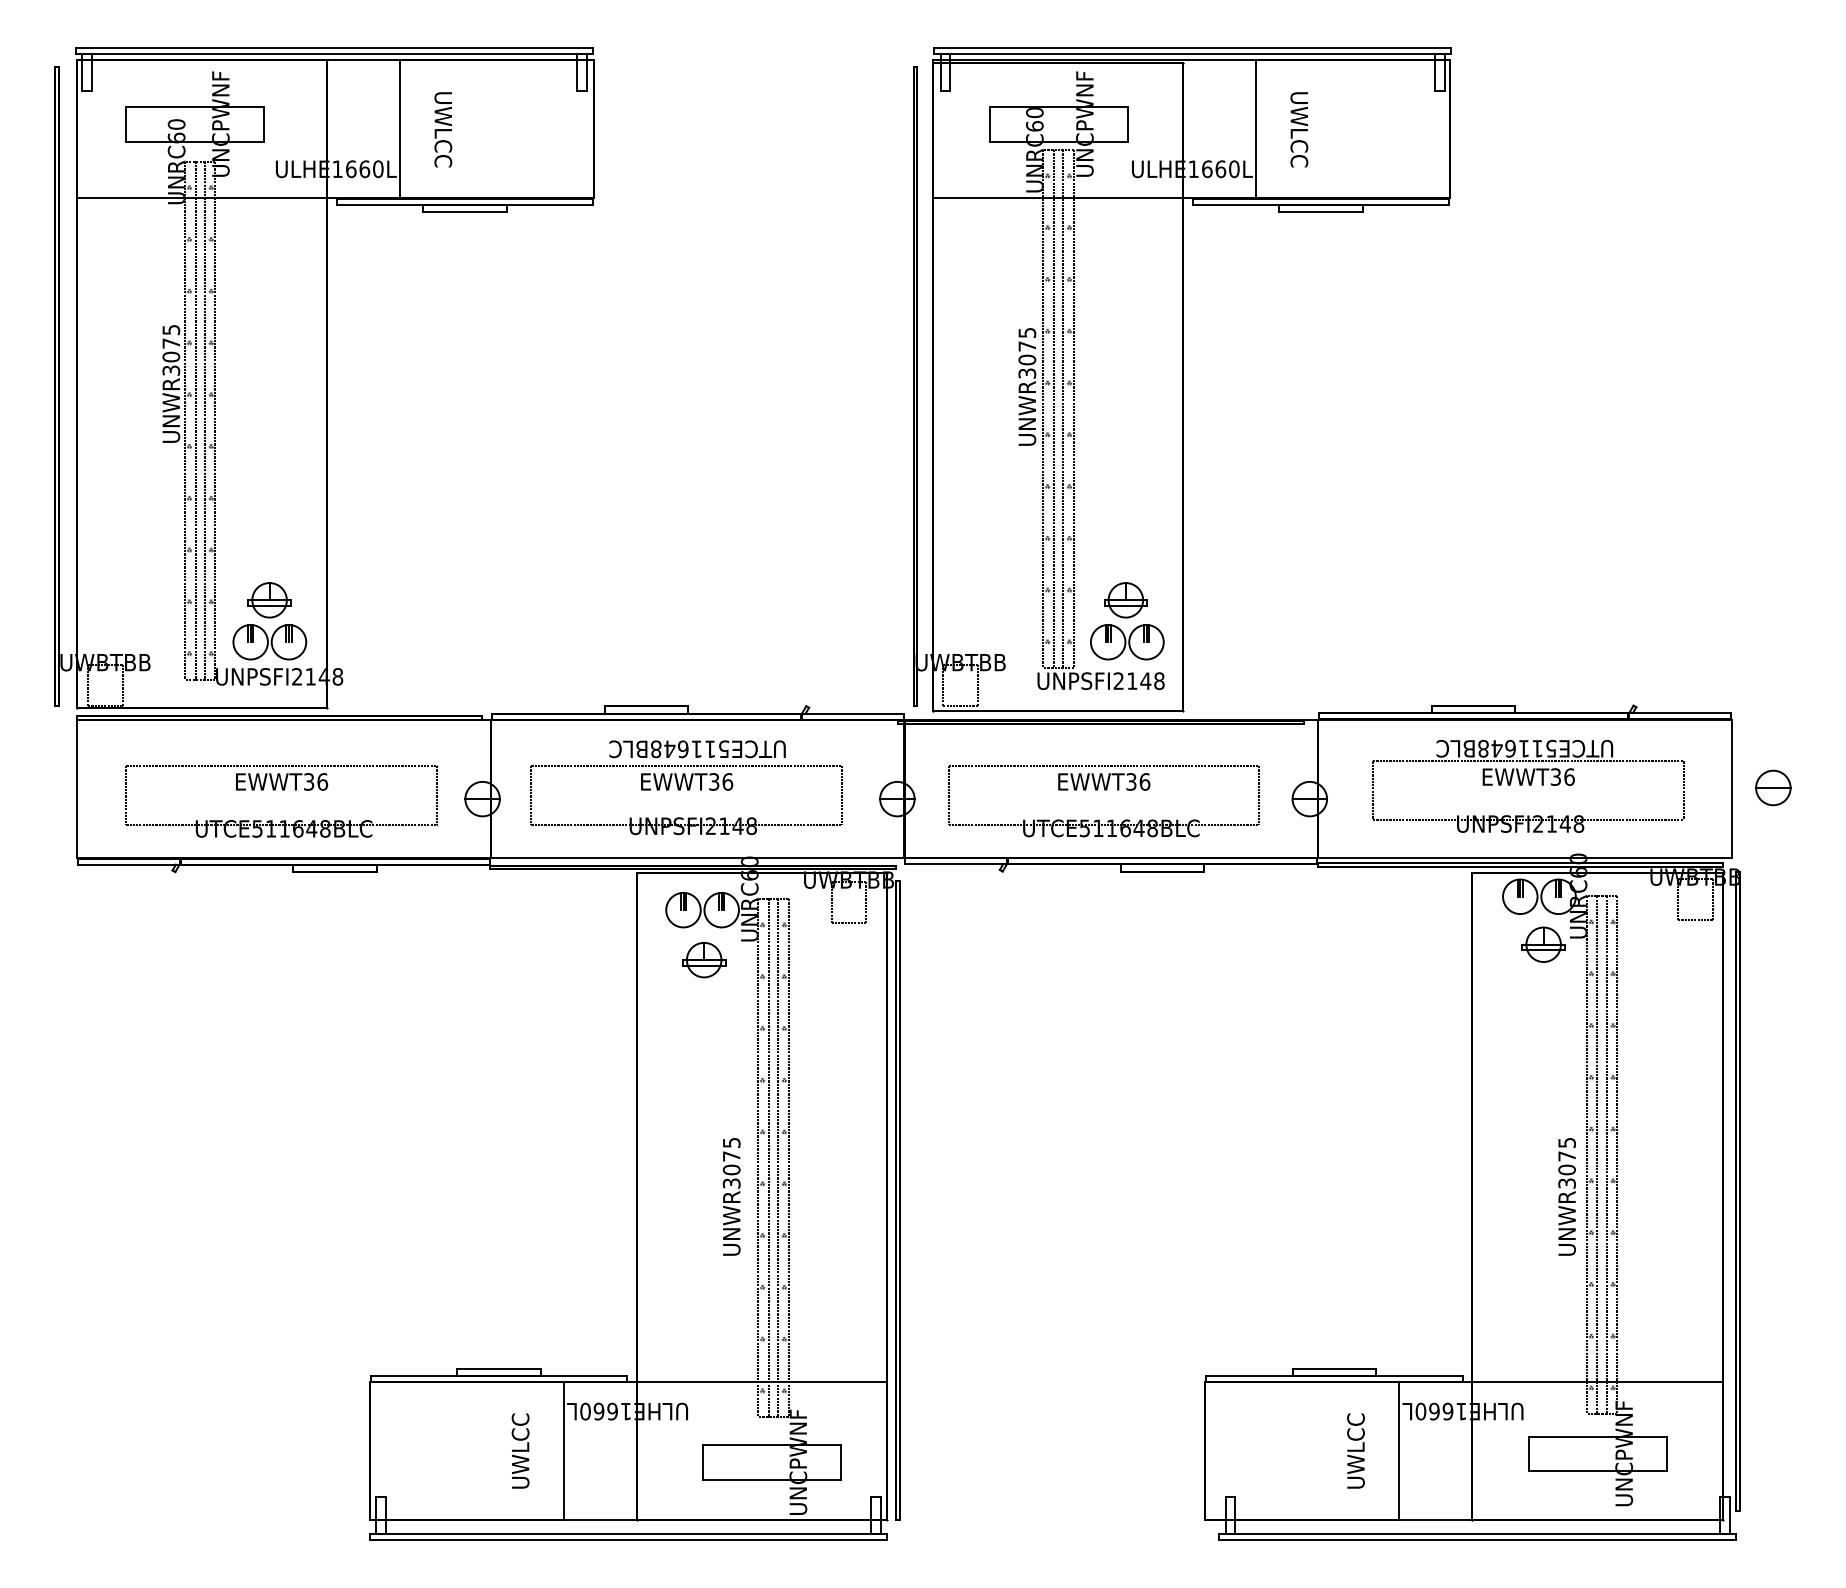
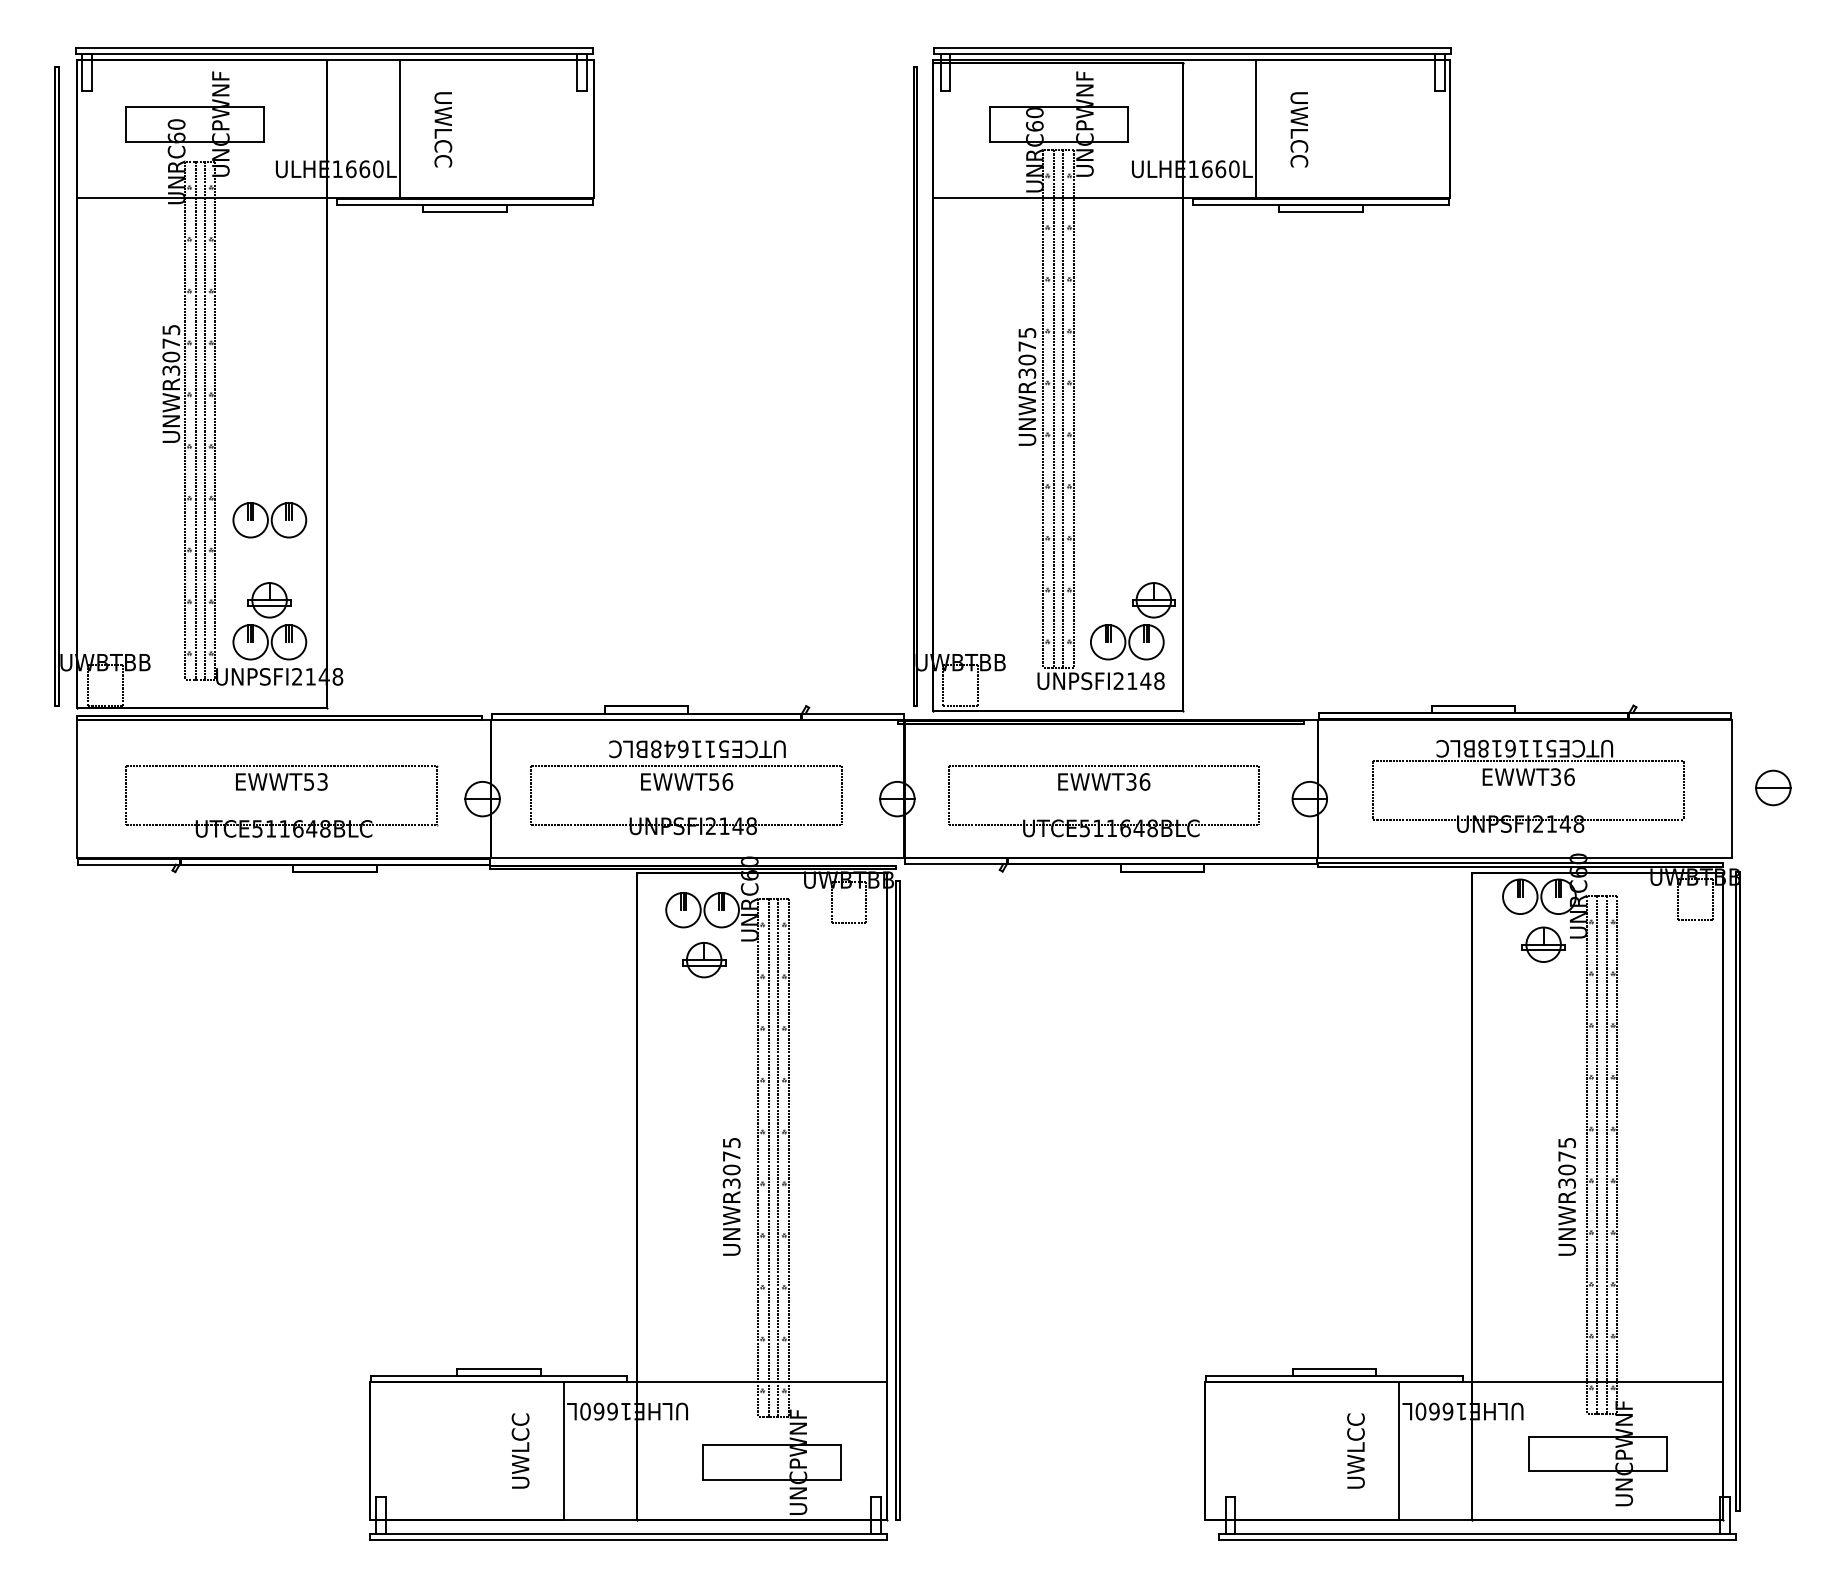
part at (269, 520): none -> present
part at (1125, 600) position: (1125, 600) -> (1153, 600)
text at (1496, 748): UTCE511648BLC -> UTCE511618BLC
text at (316, 781): EWWT36 -> EWWT53
text at (714, 781): EWWT36 -> EWWT56
